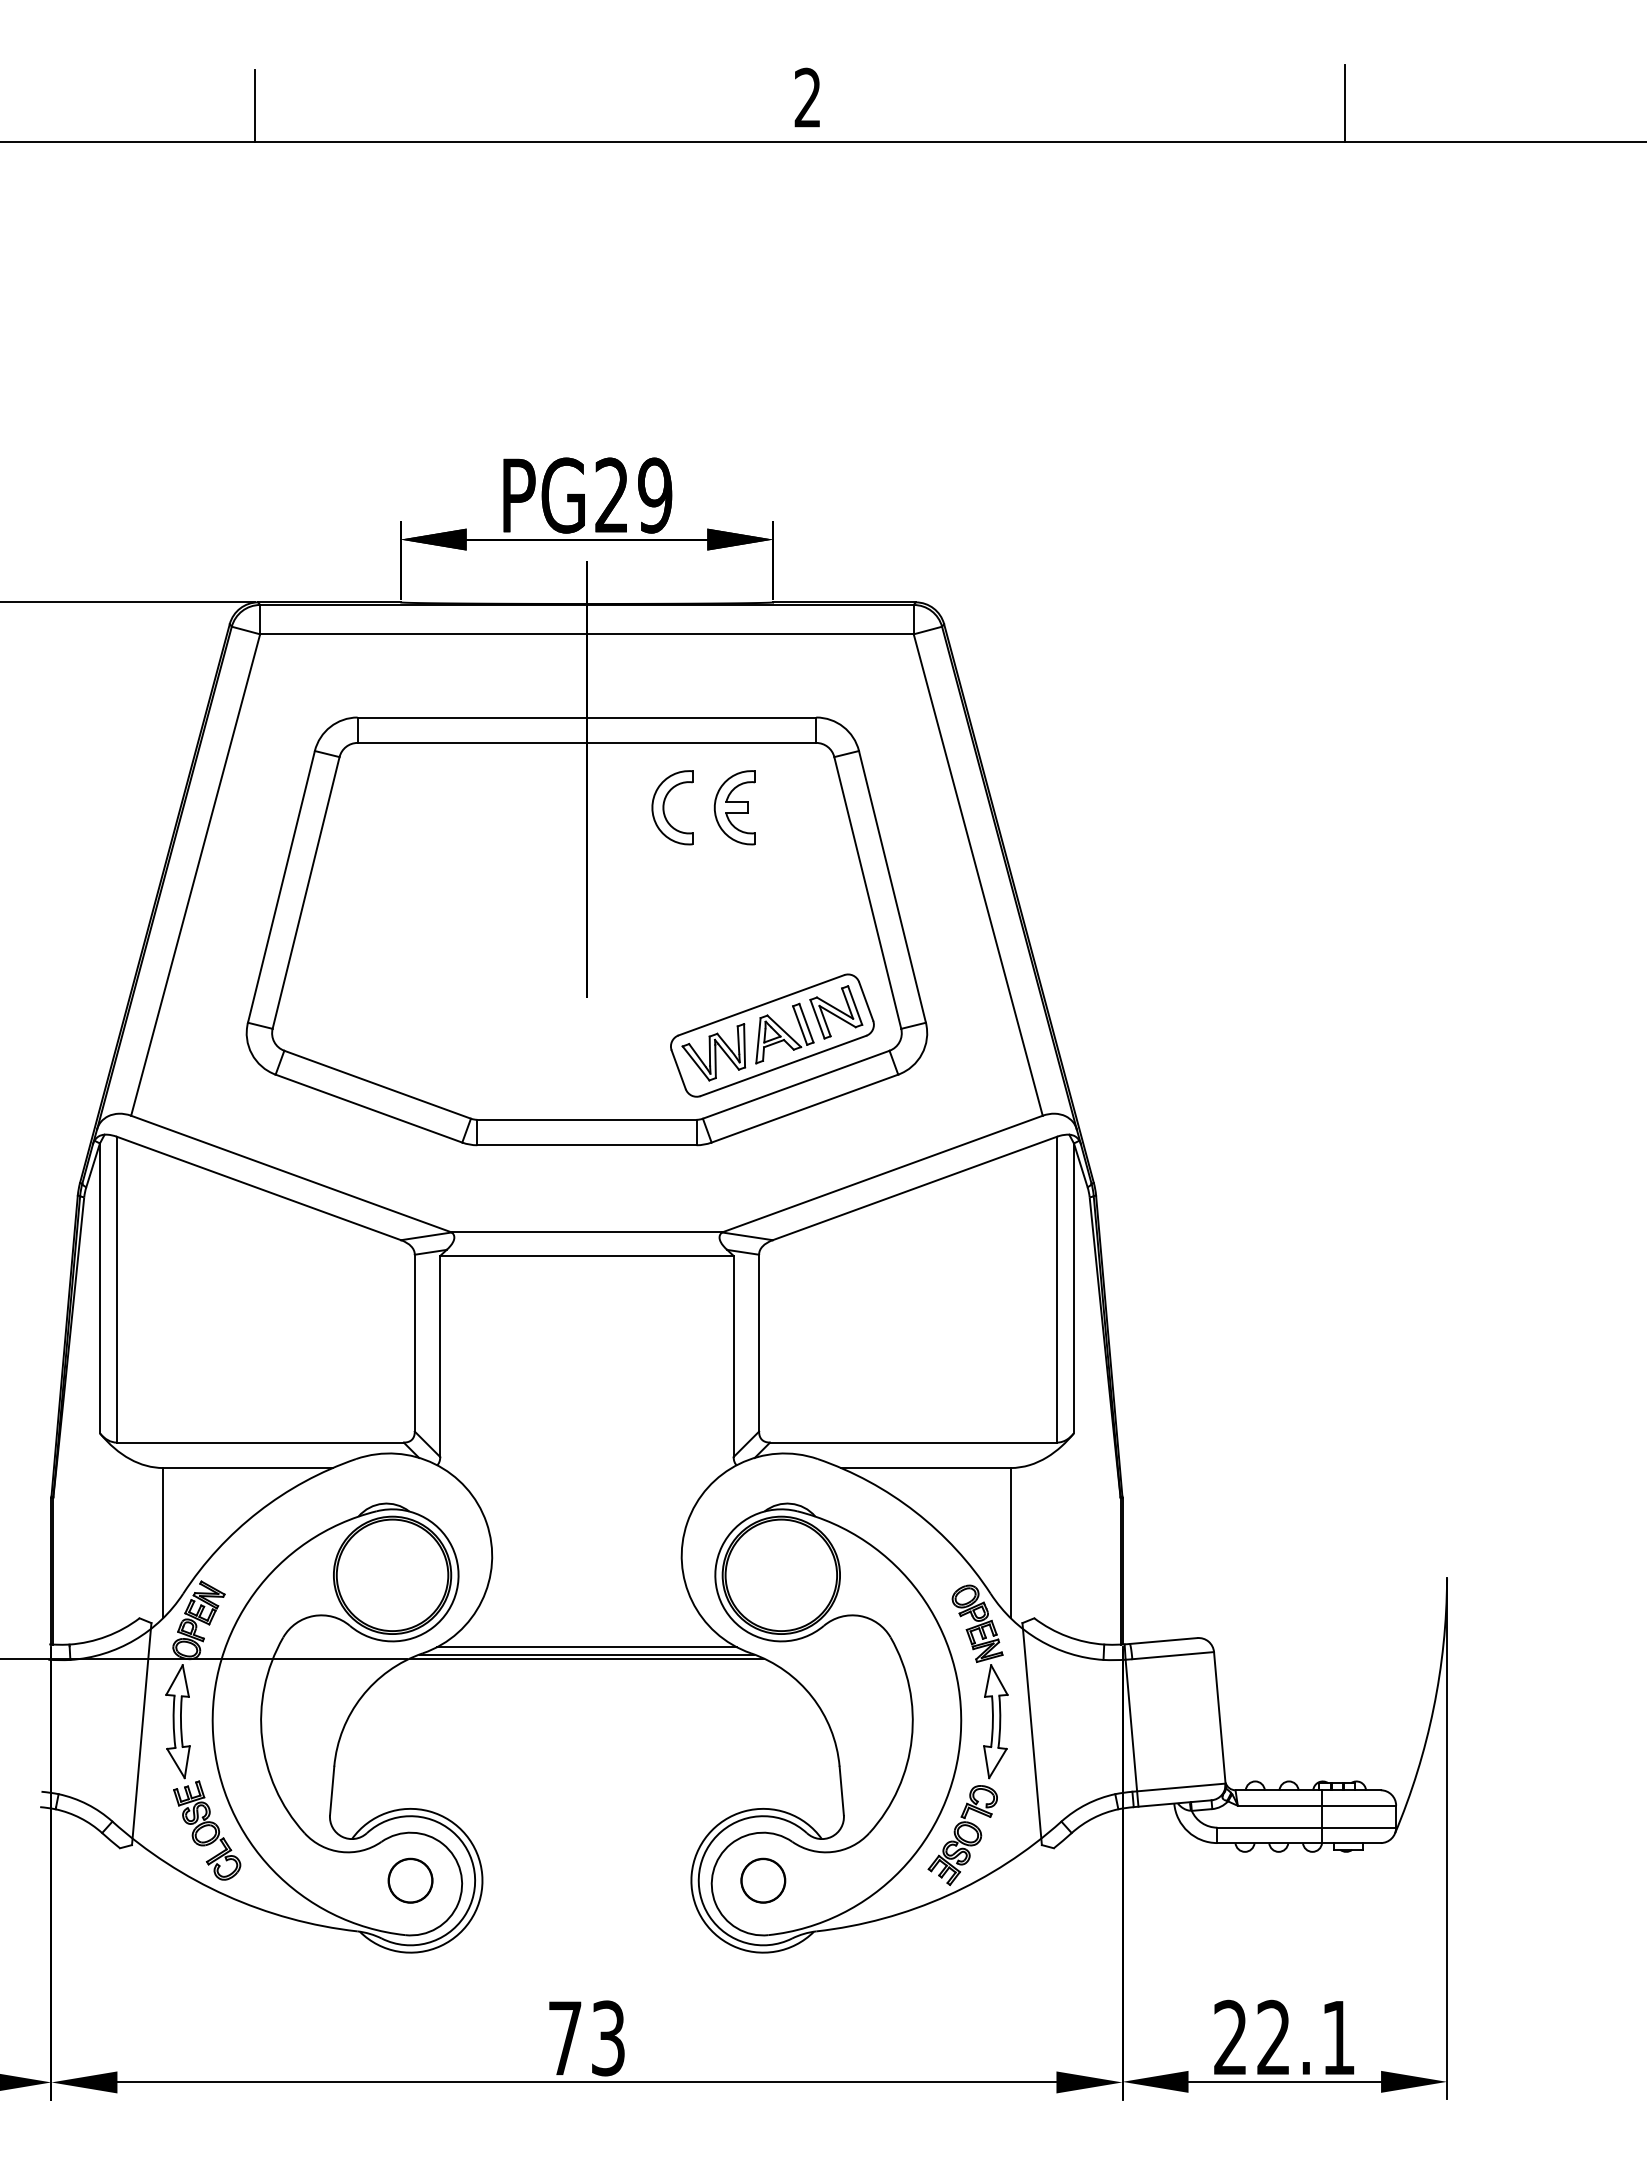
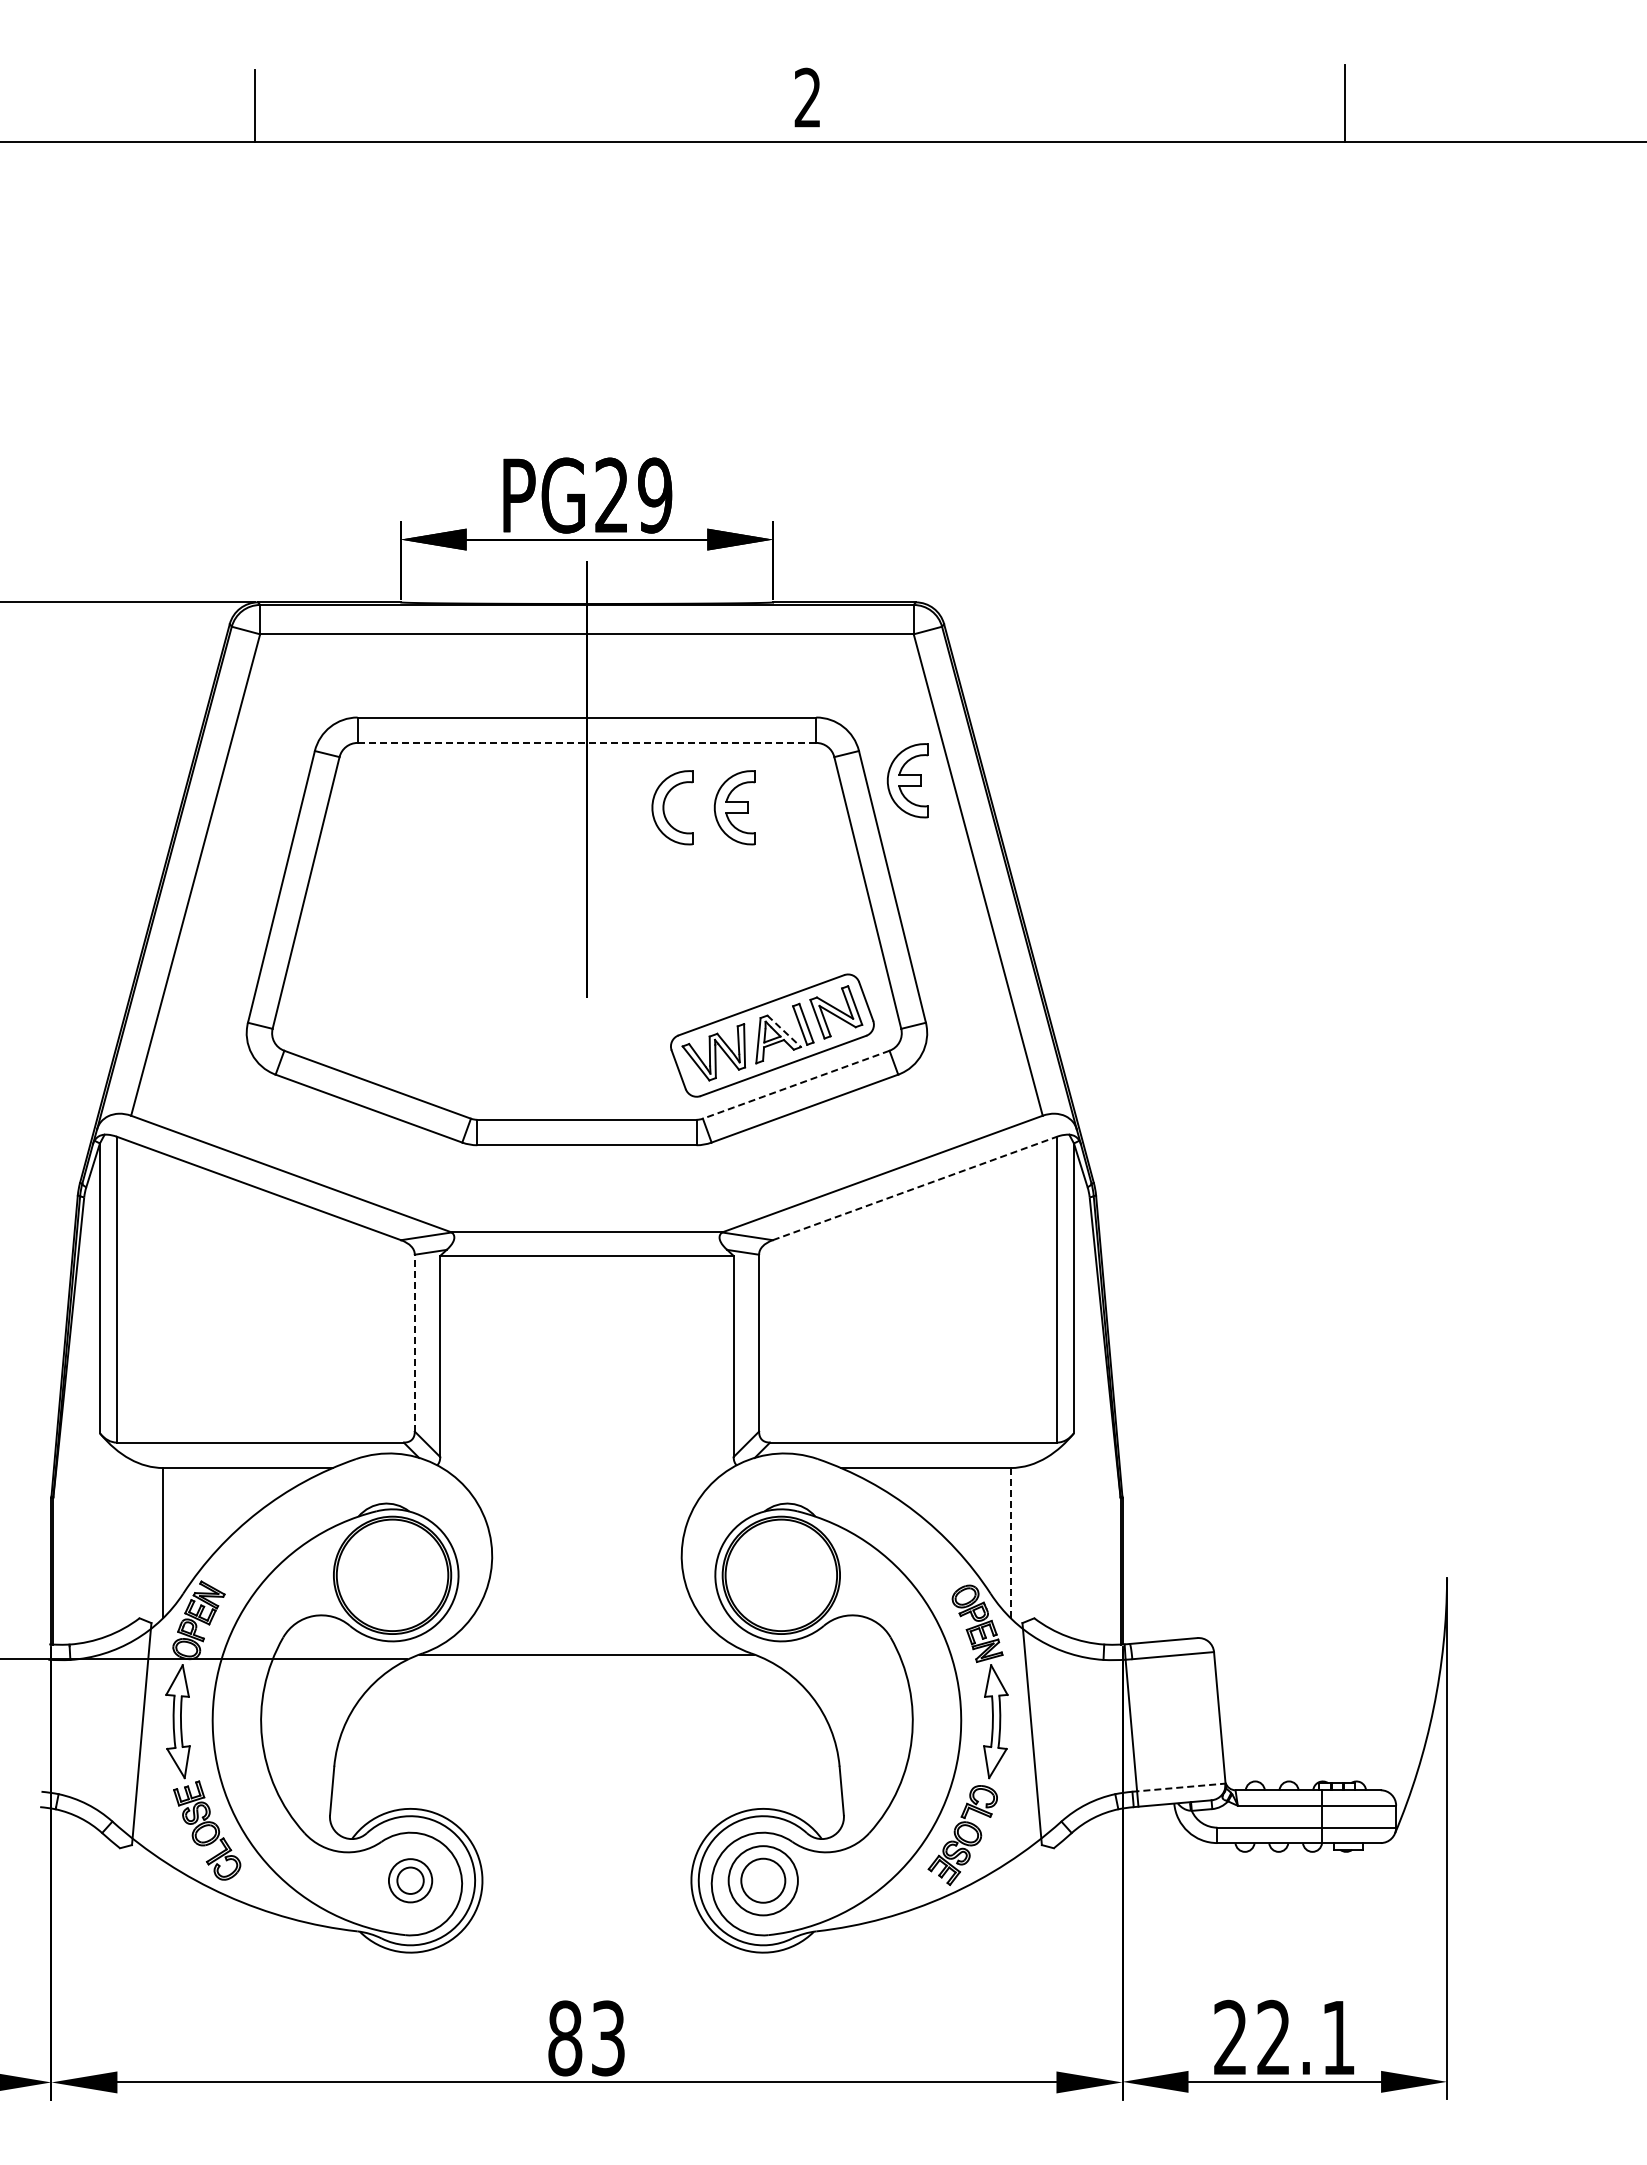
line at (587, 742): solid -> dashed
part at (907, 780): none -> present
line at (784, 1031): solid -> dashed
line at (795, 1084): solid -> dashed
line at (915, 1188): solid -> dashed
line at (414, 1342): solid -> dashed
line at (1010, 1542): solid -> dashed
line at (586, 1647): present -> none
line at (586, 1658): present -> none
line at (1178, 1787): solid -> dashed
circle at (410, 1880) diameter: 44 px -> 26 px
circle at (762, 1880) diameter: 43 px -> 69 px
text at (565, 2038): 73 -> 83
